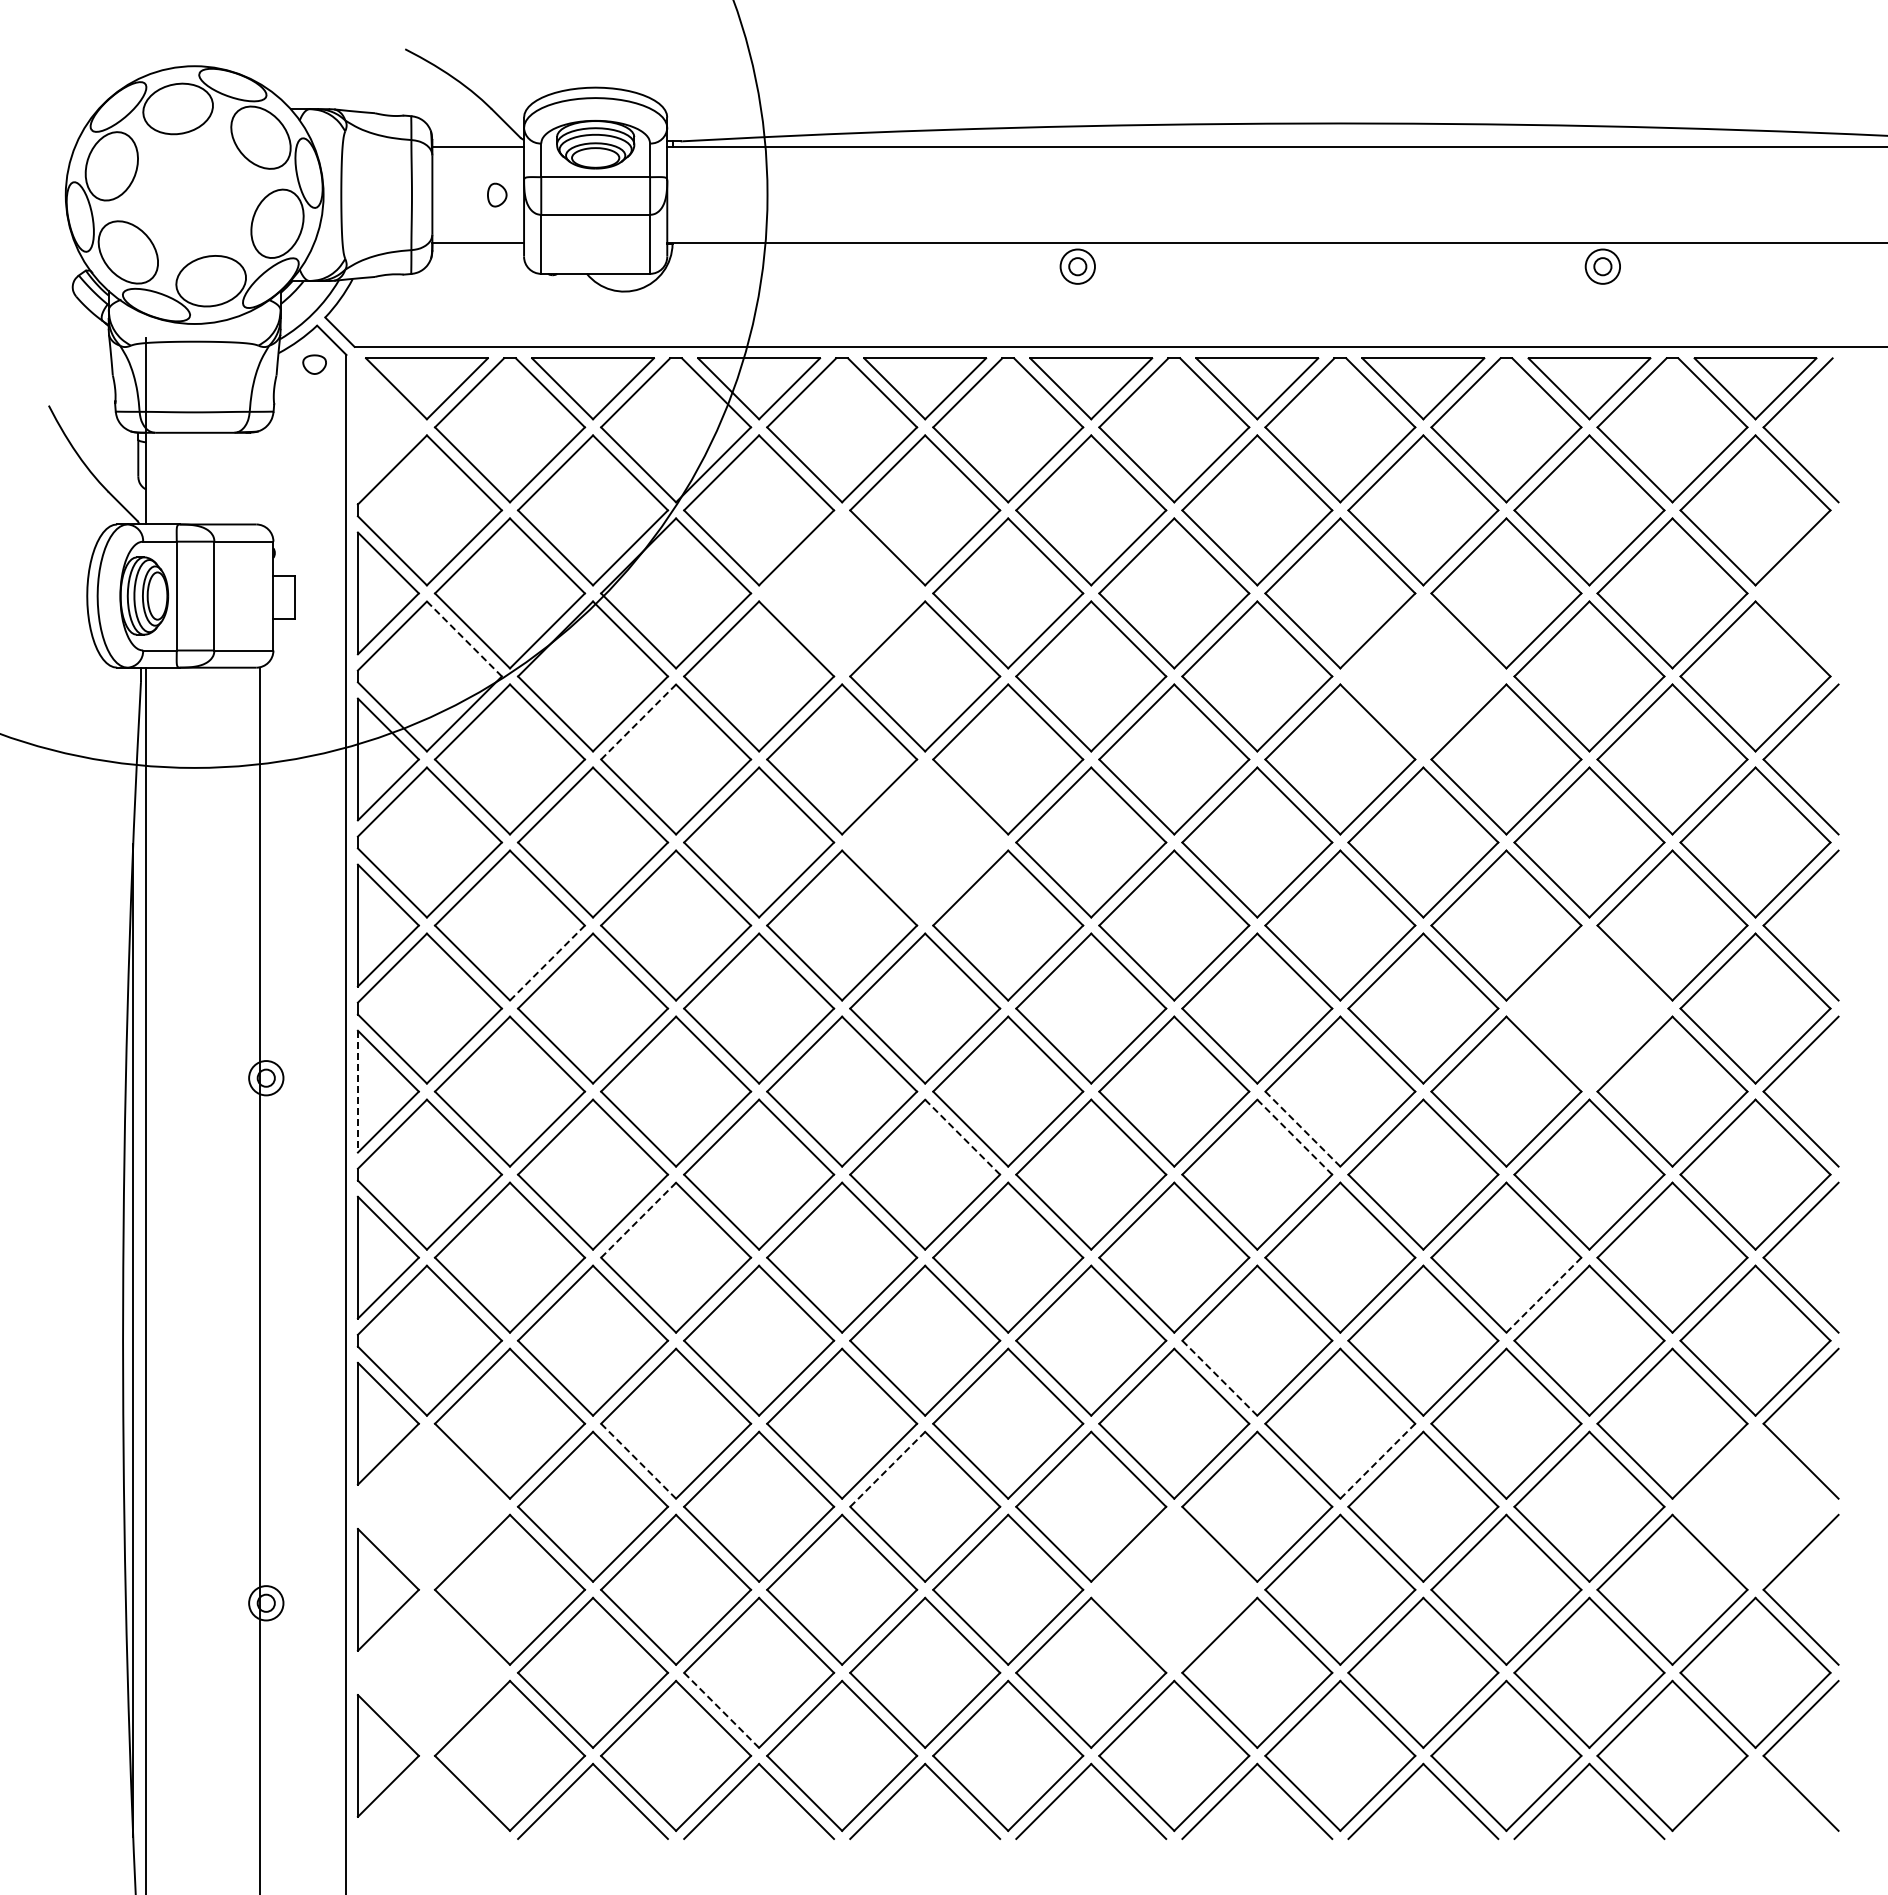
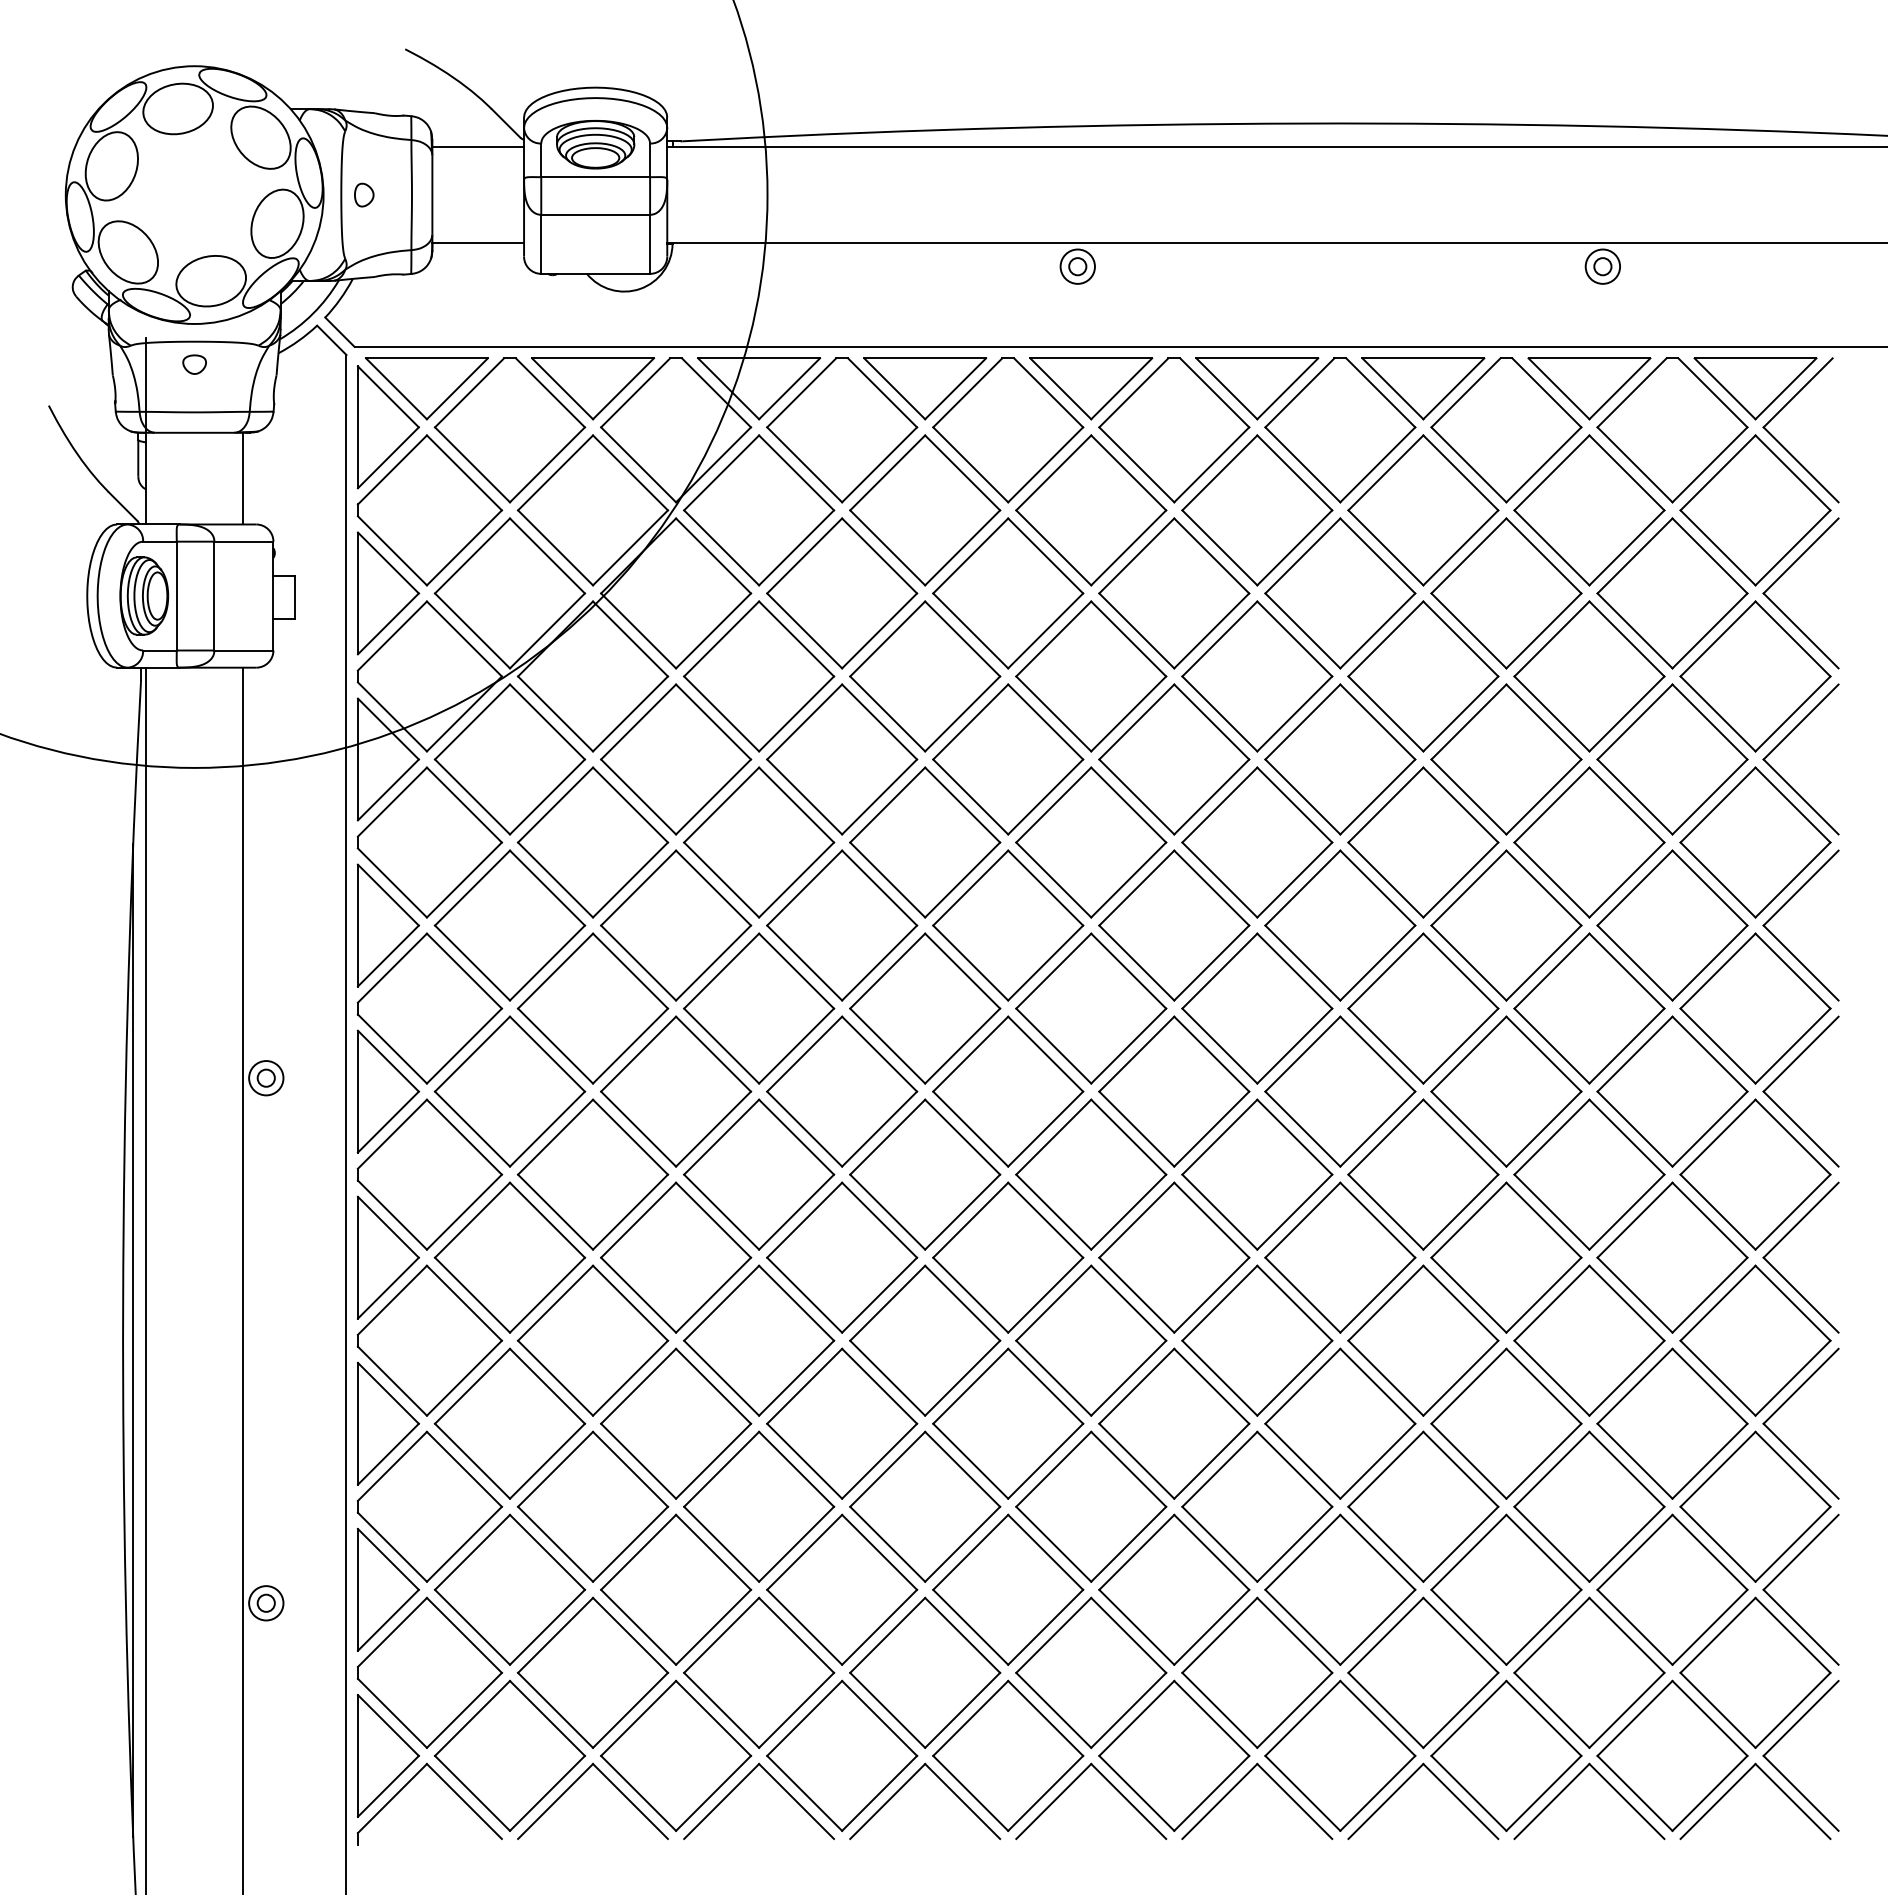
part at (497, 194) position: (497, 194) -> (364, 194)
part at (314, 364) position: (314, 364) -> (194, 364)
part at (387, 427): none -> present
line at (242, 478): none -> present
part at (842, 593): none -> present
part at (1782, 610): none -> present
line at (464, 639): dashed -> solid
part at (1423, 676): none -> present
line at (638, 722): dashed -> solid
part at (925, 842): none -> present
line at (547, 963): dashed -> solid
part at (1589, 1008): none -> present
line at (357, 1091): dashed -> solid
line at (1302, 1129): dashed -> solid
line at (962, 1137): dashed -> solid
line at (1294, 1137): dashed -> solid
line at (638, 1220): dashed -> solid
line at (259, 1279) position: (259, 1279) -> (242, 1279)
line at (1543, 1295): dashed -> solid
line at (1219, 1378): dashed -> solid
line at (638, 1461): dashed -> solid
line at (1377, 1461): dashed -> solid
line at (887, 1469): dashed -> solid
part at (429, 1506): none -> present
part at (1755, 1506): none -> present
part at (1174, 1589): none -> present
part at (429, 1672): none -> present
line at (721, 1710): dashed -> solid
part at (1737, 1783): none -> present
part at (447, 1785): none -> present
